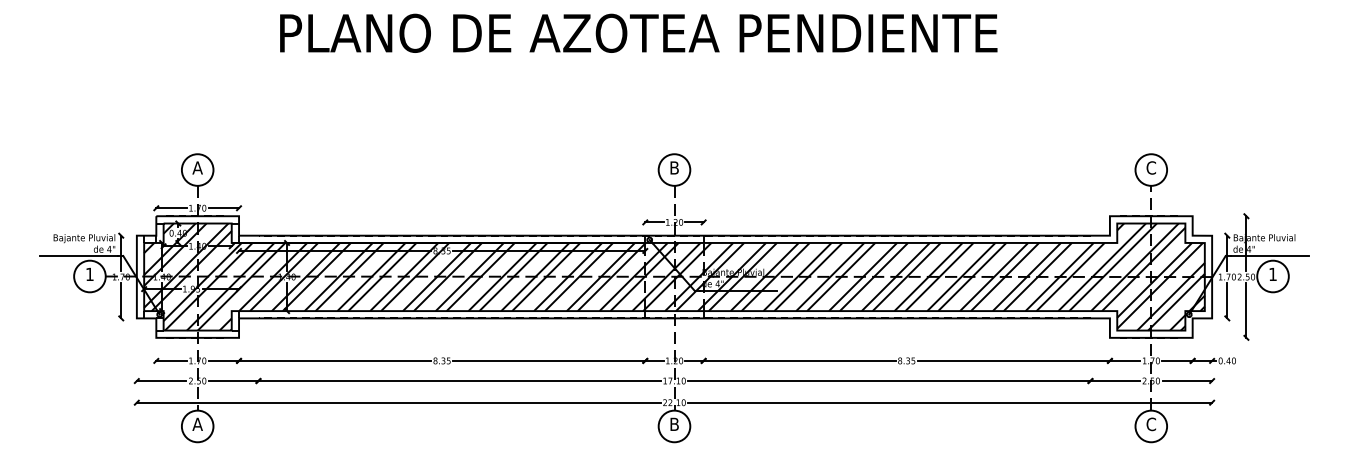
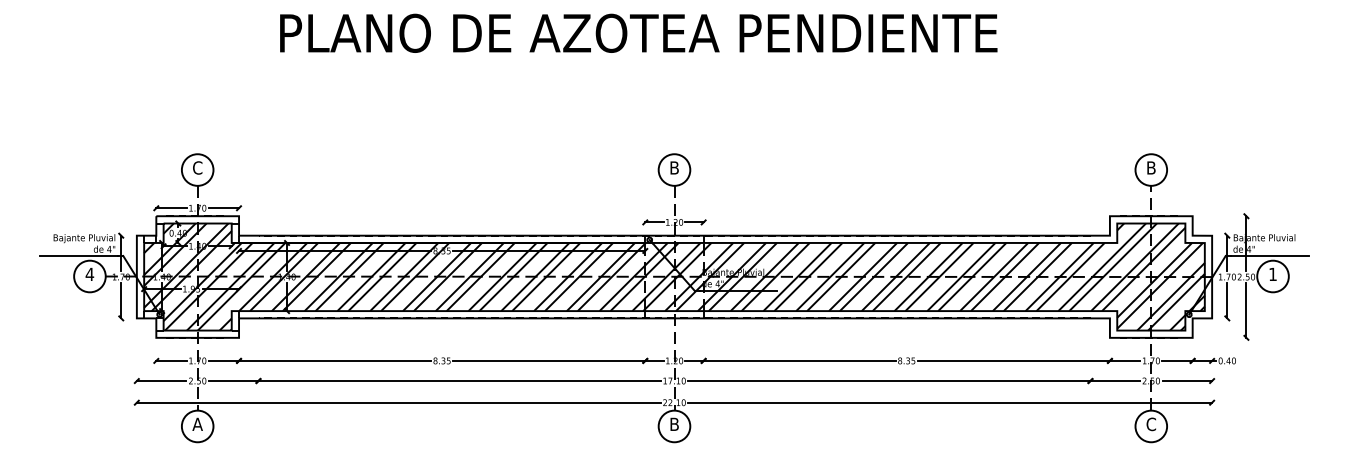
text at (197, 167): A -> C
text at (1151, 167): C -> B
text at (89, 273): 1 -> 4
